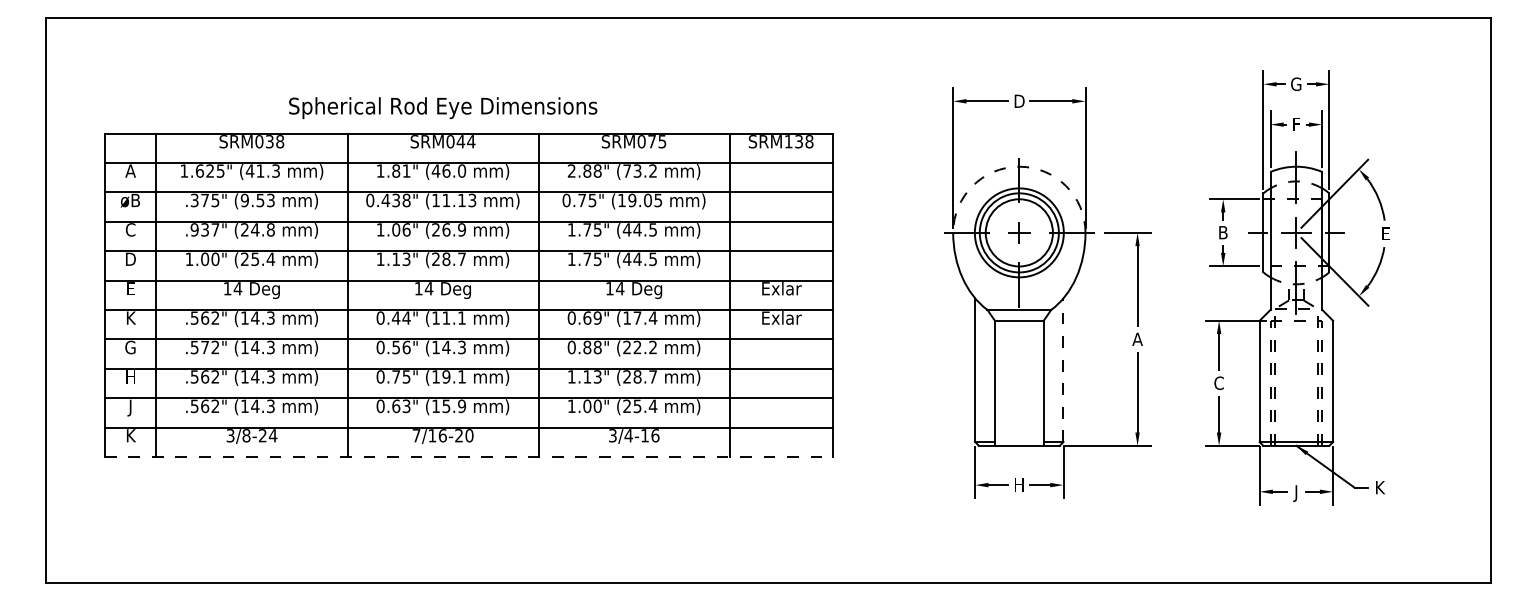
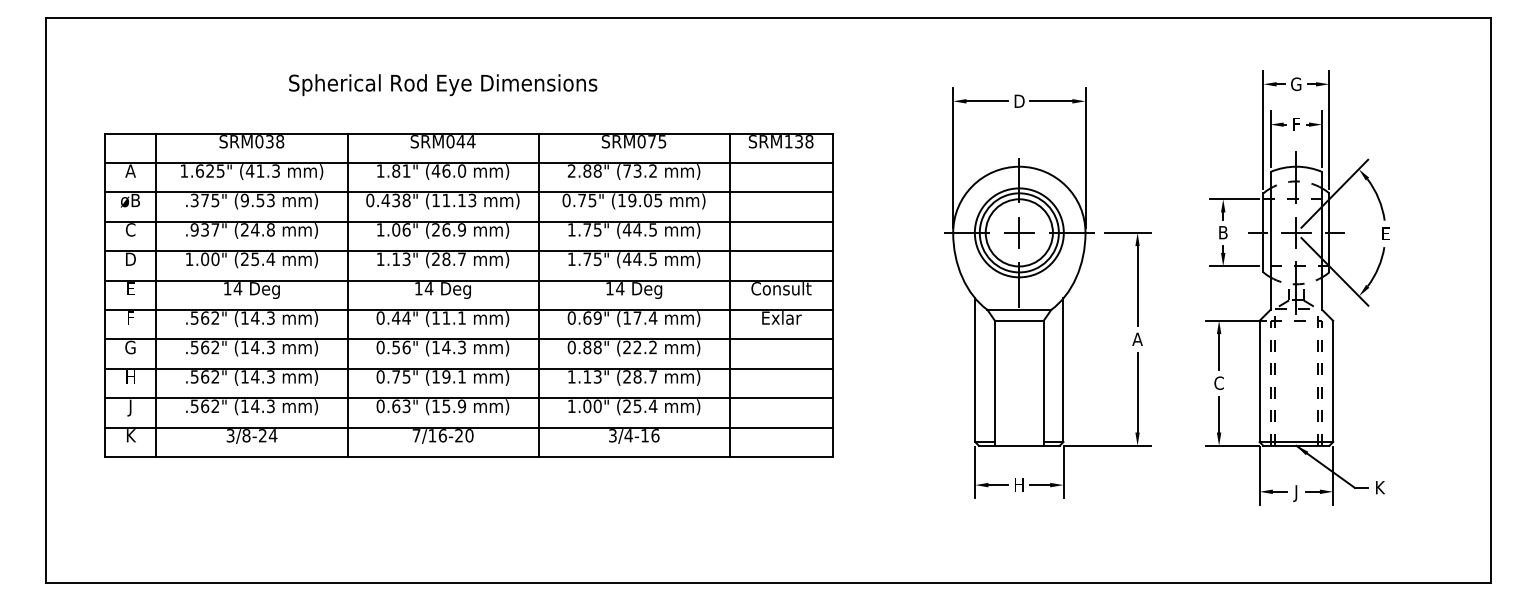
text at (443, 108) position: (443, 108) -> (443, 85)
arc at (1019, 166): dashed -> solid
part at (1019, 232) size: 23x22 px -> 31x32 px
text at (781, 288): Exlar -> Consult
text at (130, 317): K -> F
text at (205, 347): .572" -> .562"
line at (1063, 370): dashed -> solid
line at (468, 457): dashed -> solid
